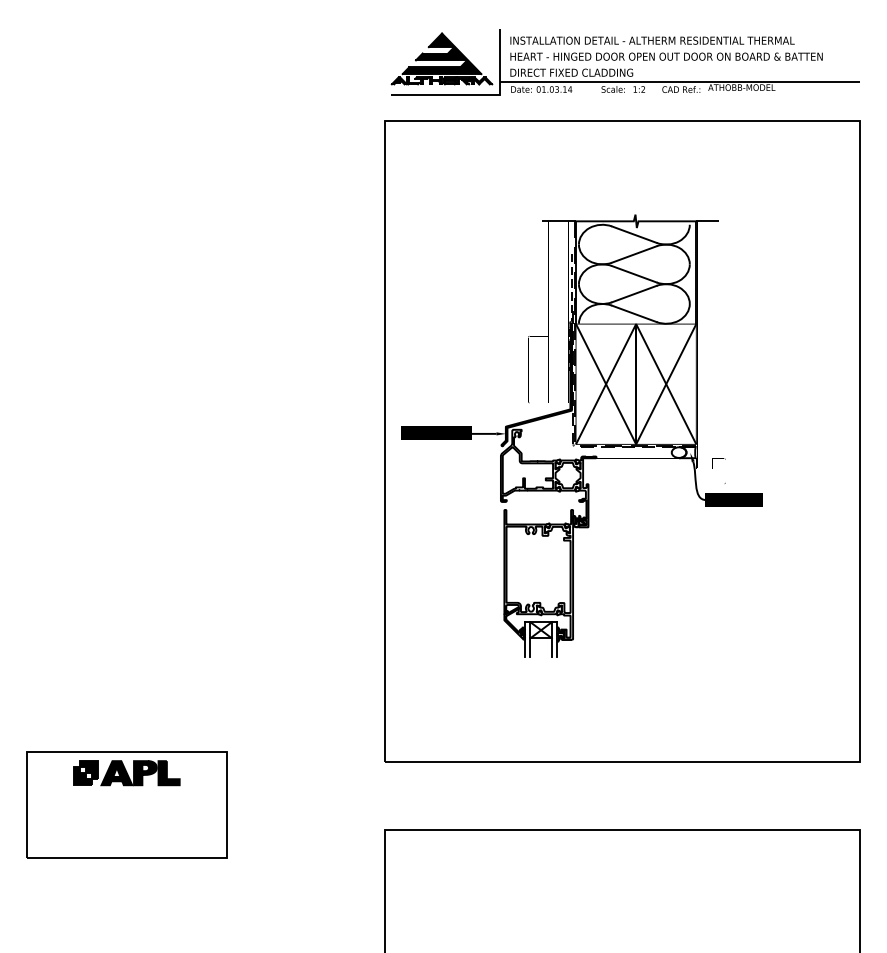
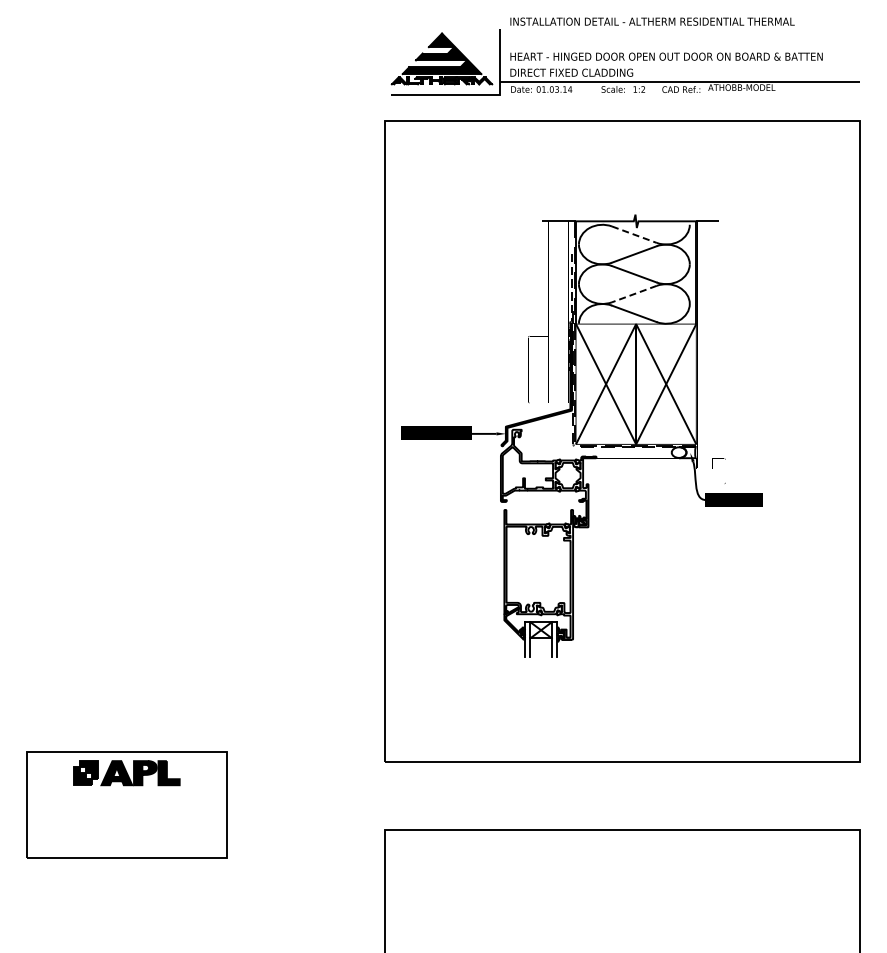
text at (652, 40) position: (652, 40) -> (652, 21)
line at (634, 234): solid -> dashed
line at (634, 294): solid -> dashed
